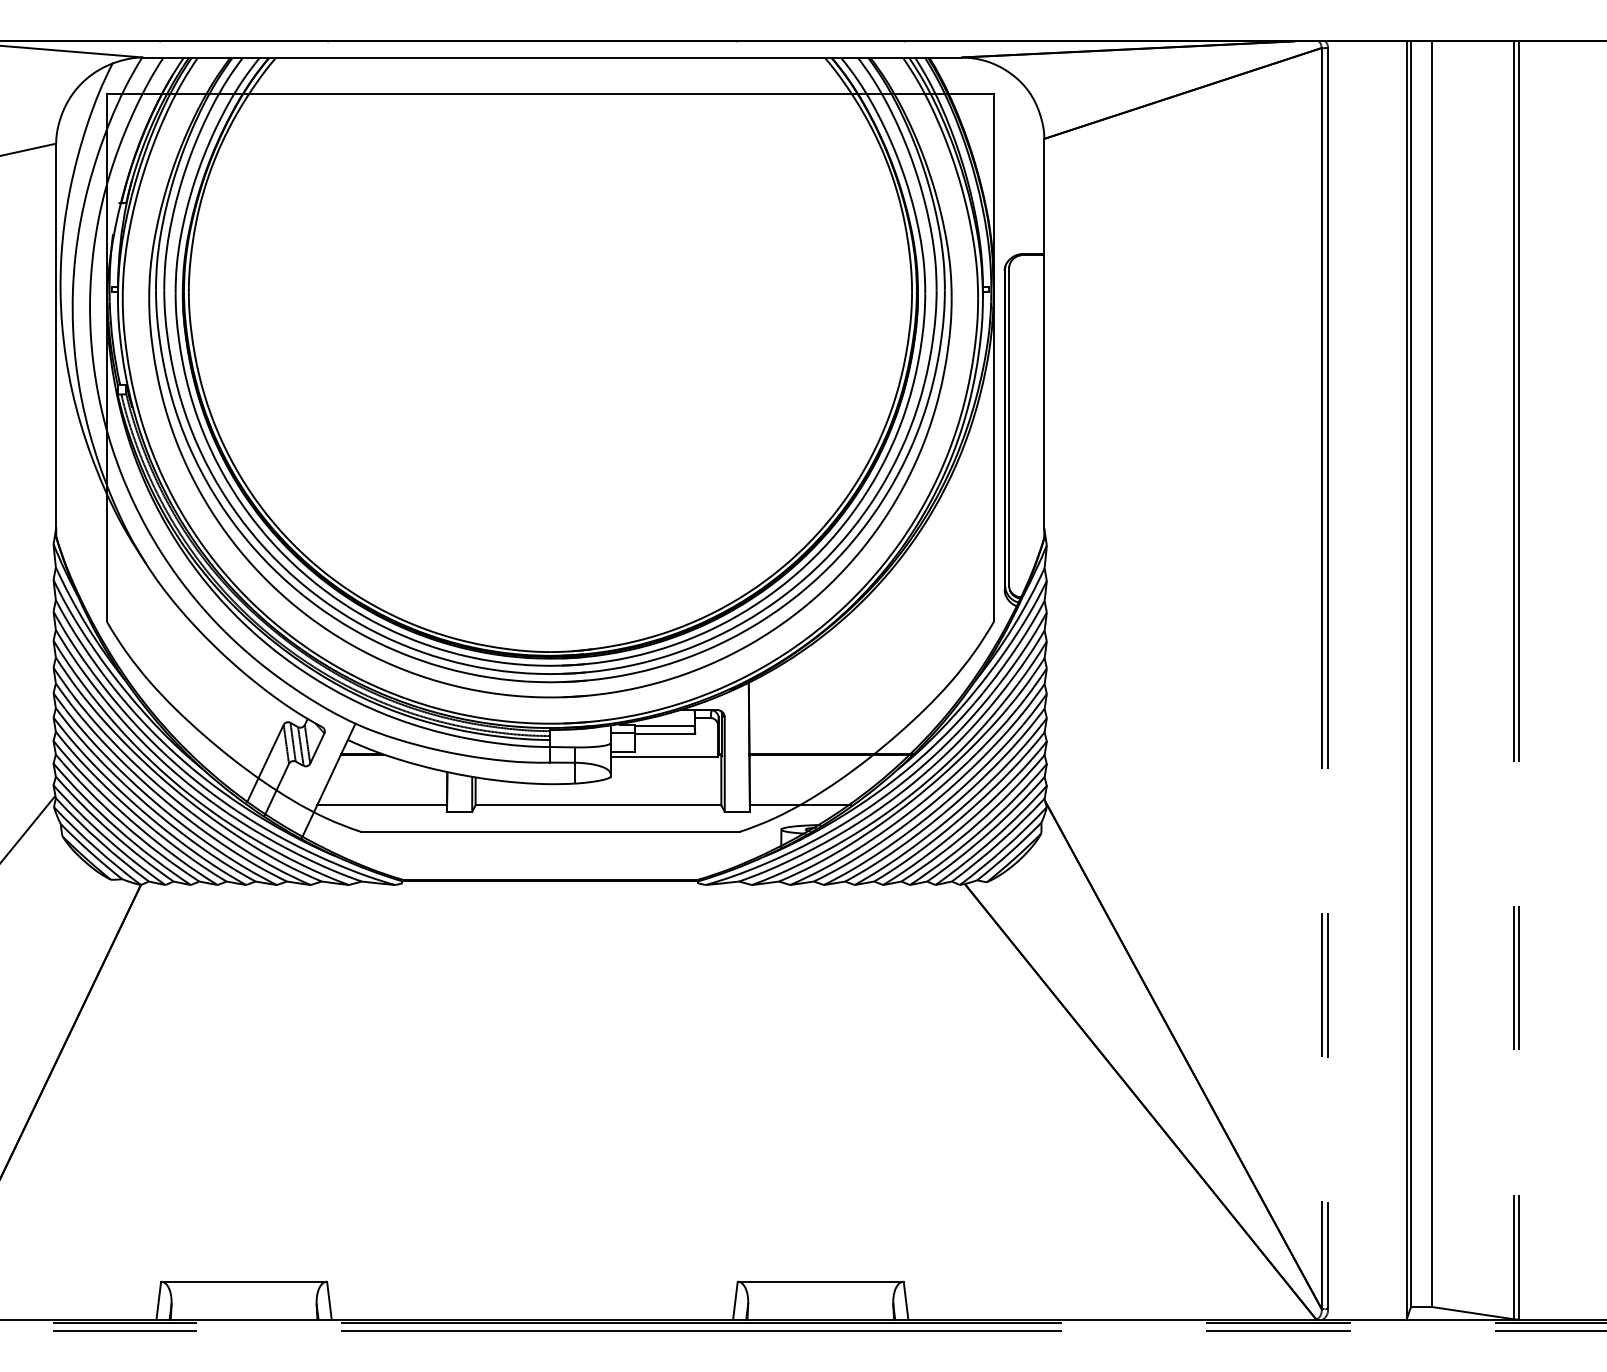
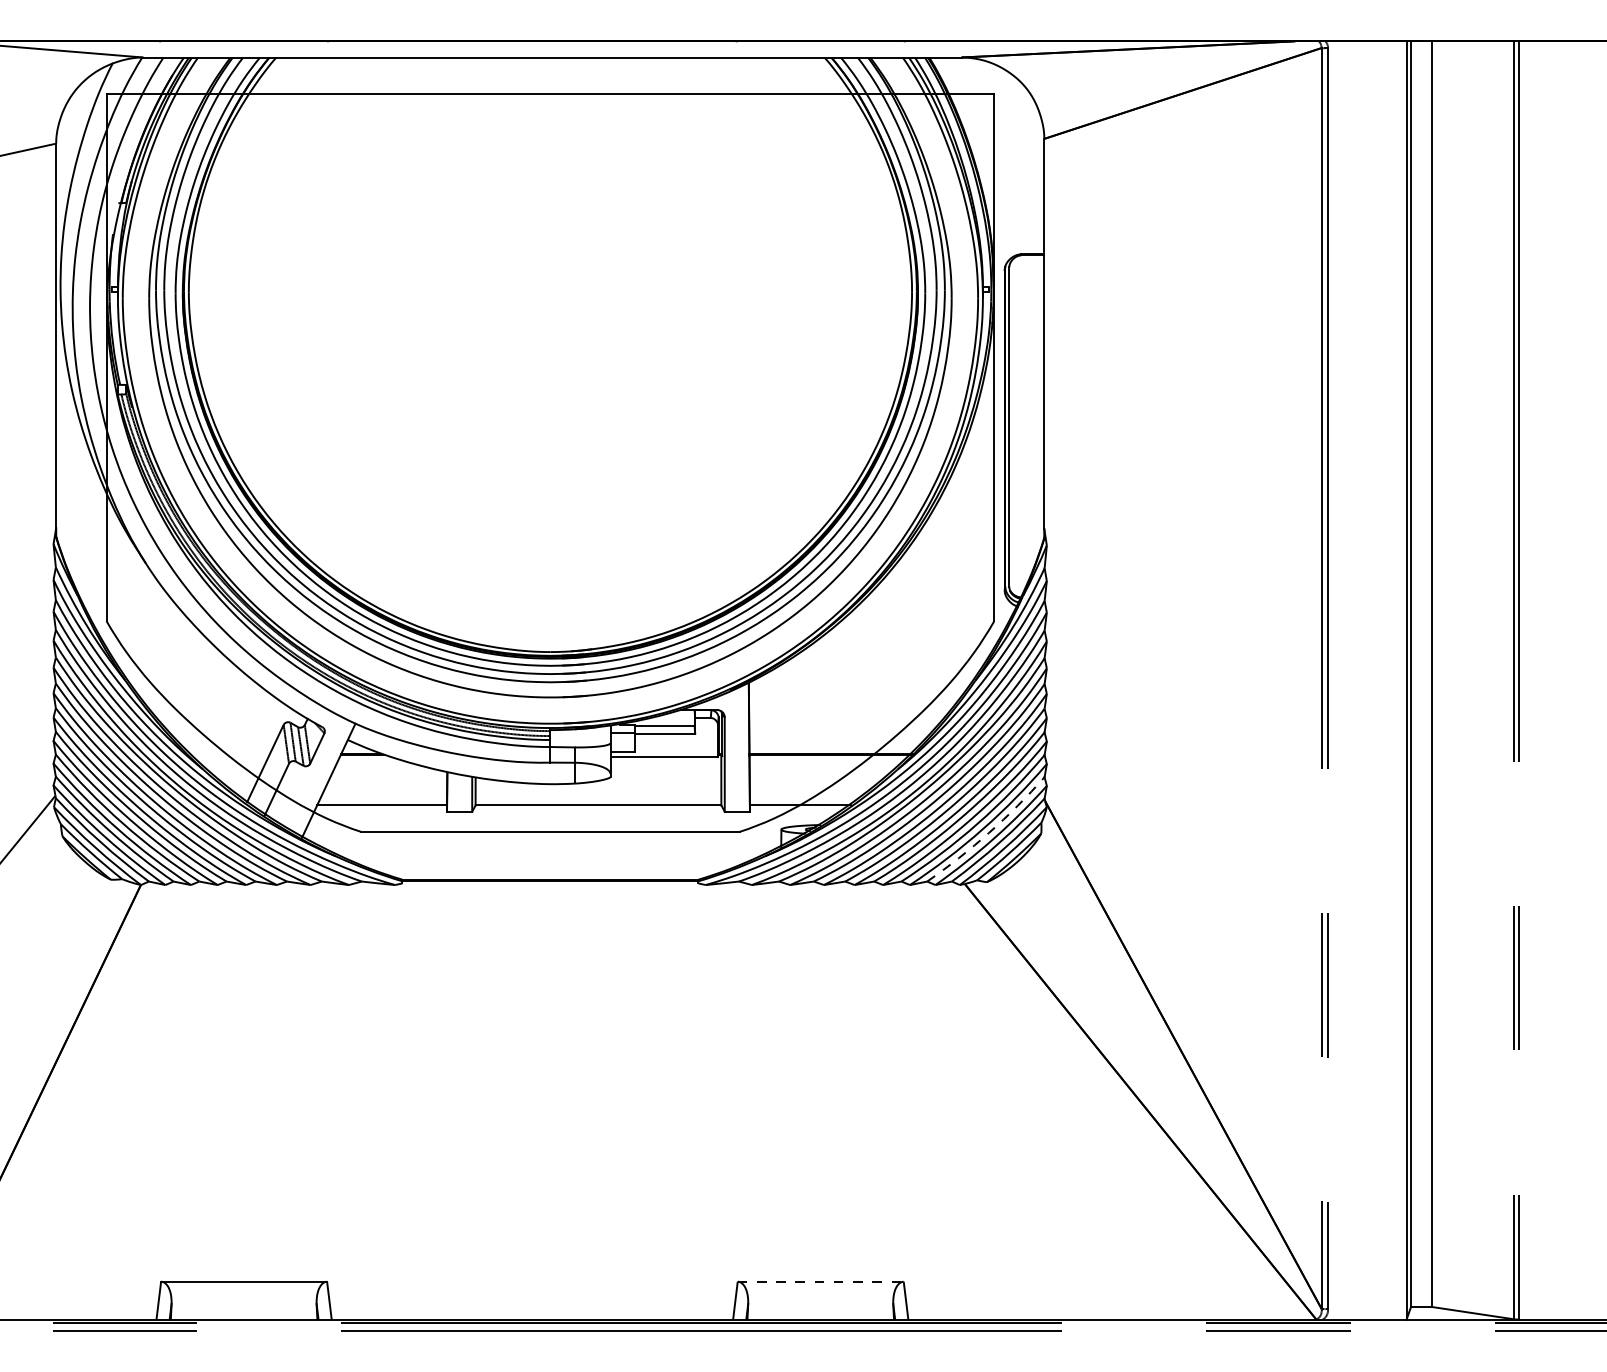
arc at (989, 832): solid -> dashed
line at (820, 1281): solid -> dashed
